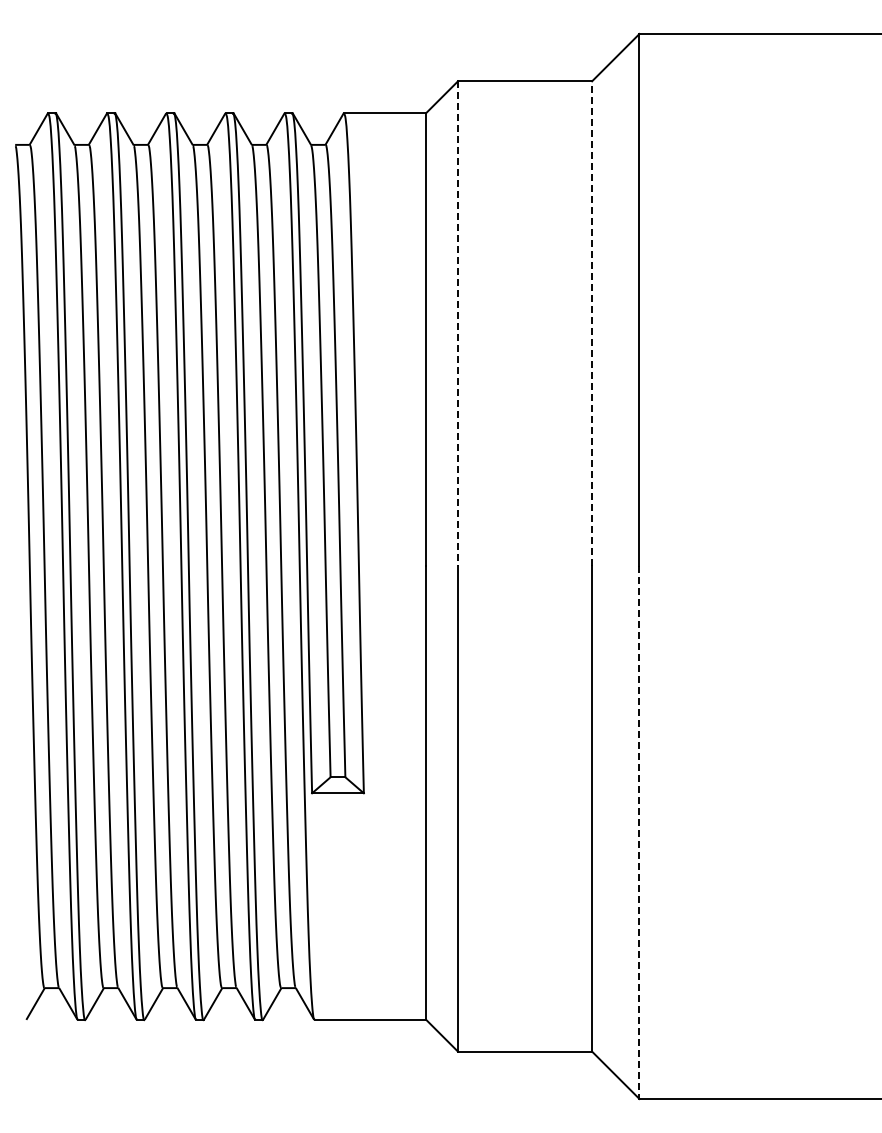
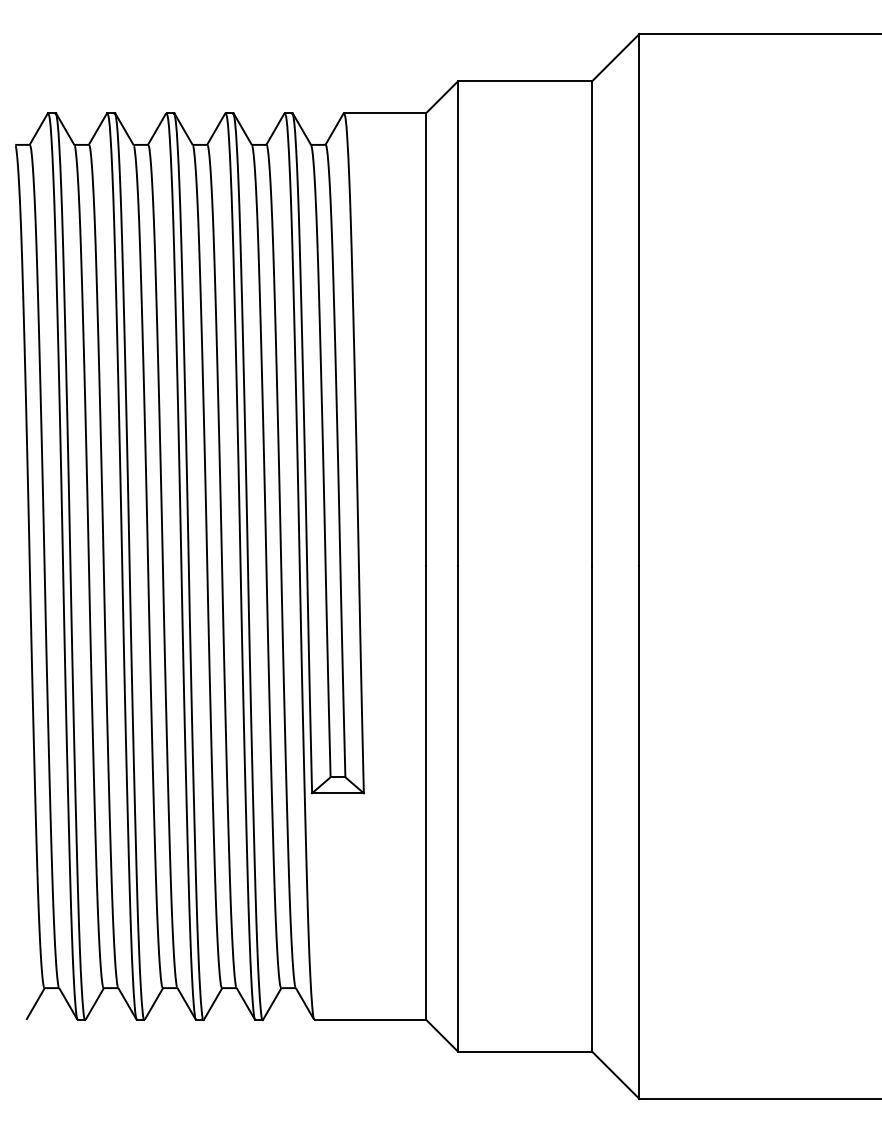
line at (458, 323): dashed -> solid
line at (592, 323): dashed -> solid
line at (639, 833): dashed -> solid
